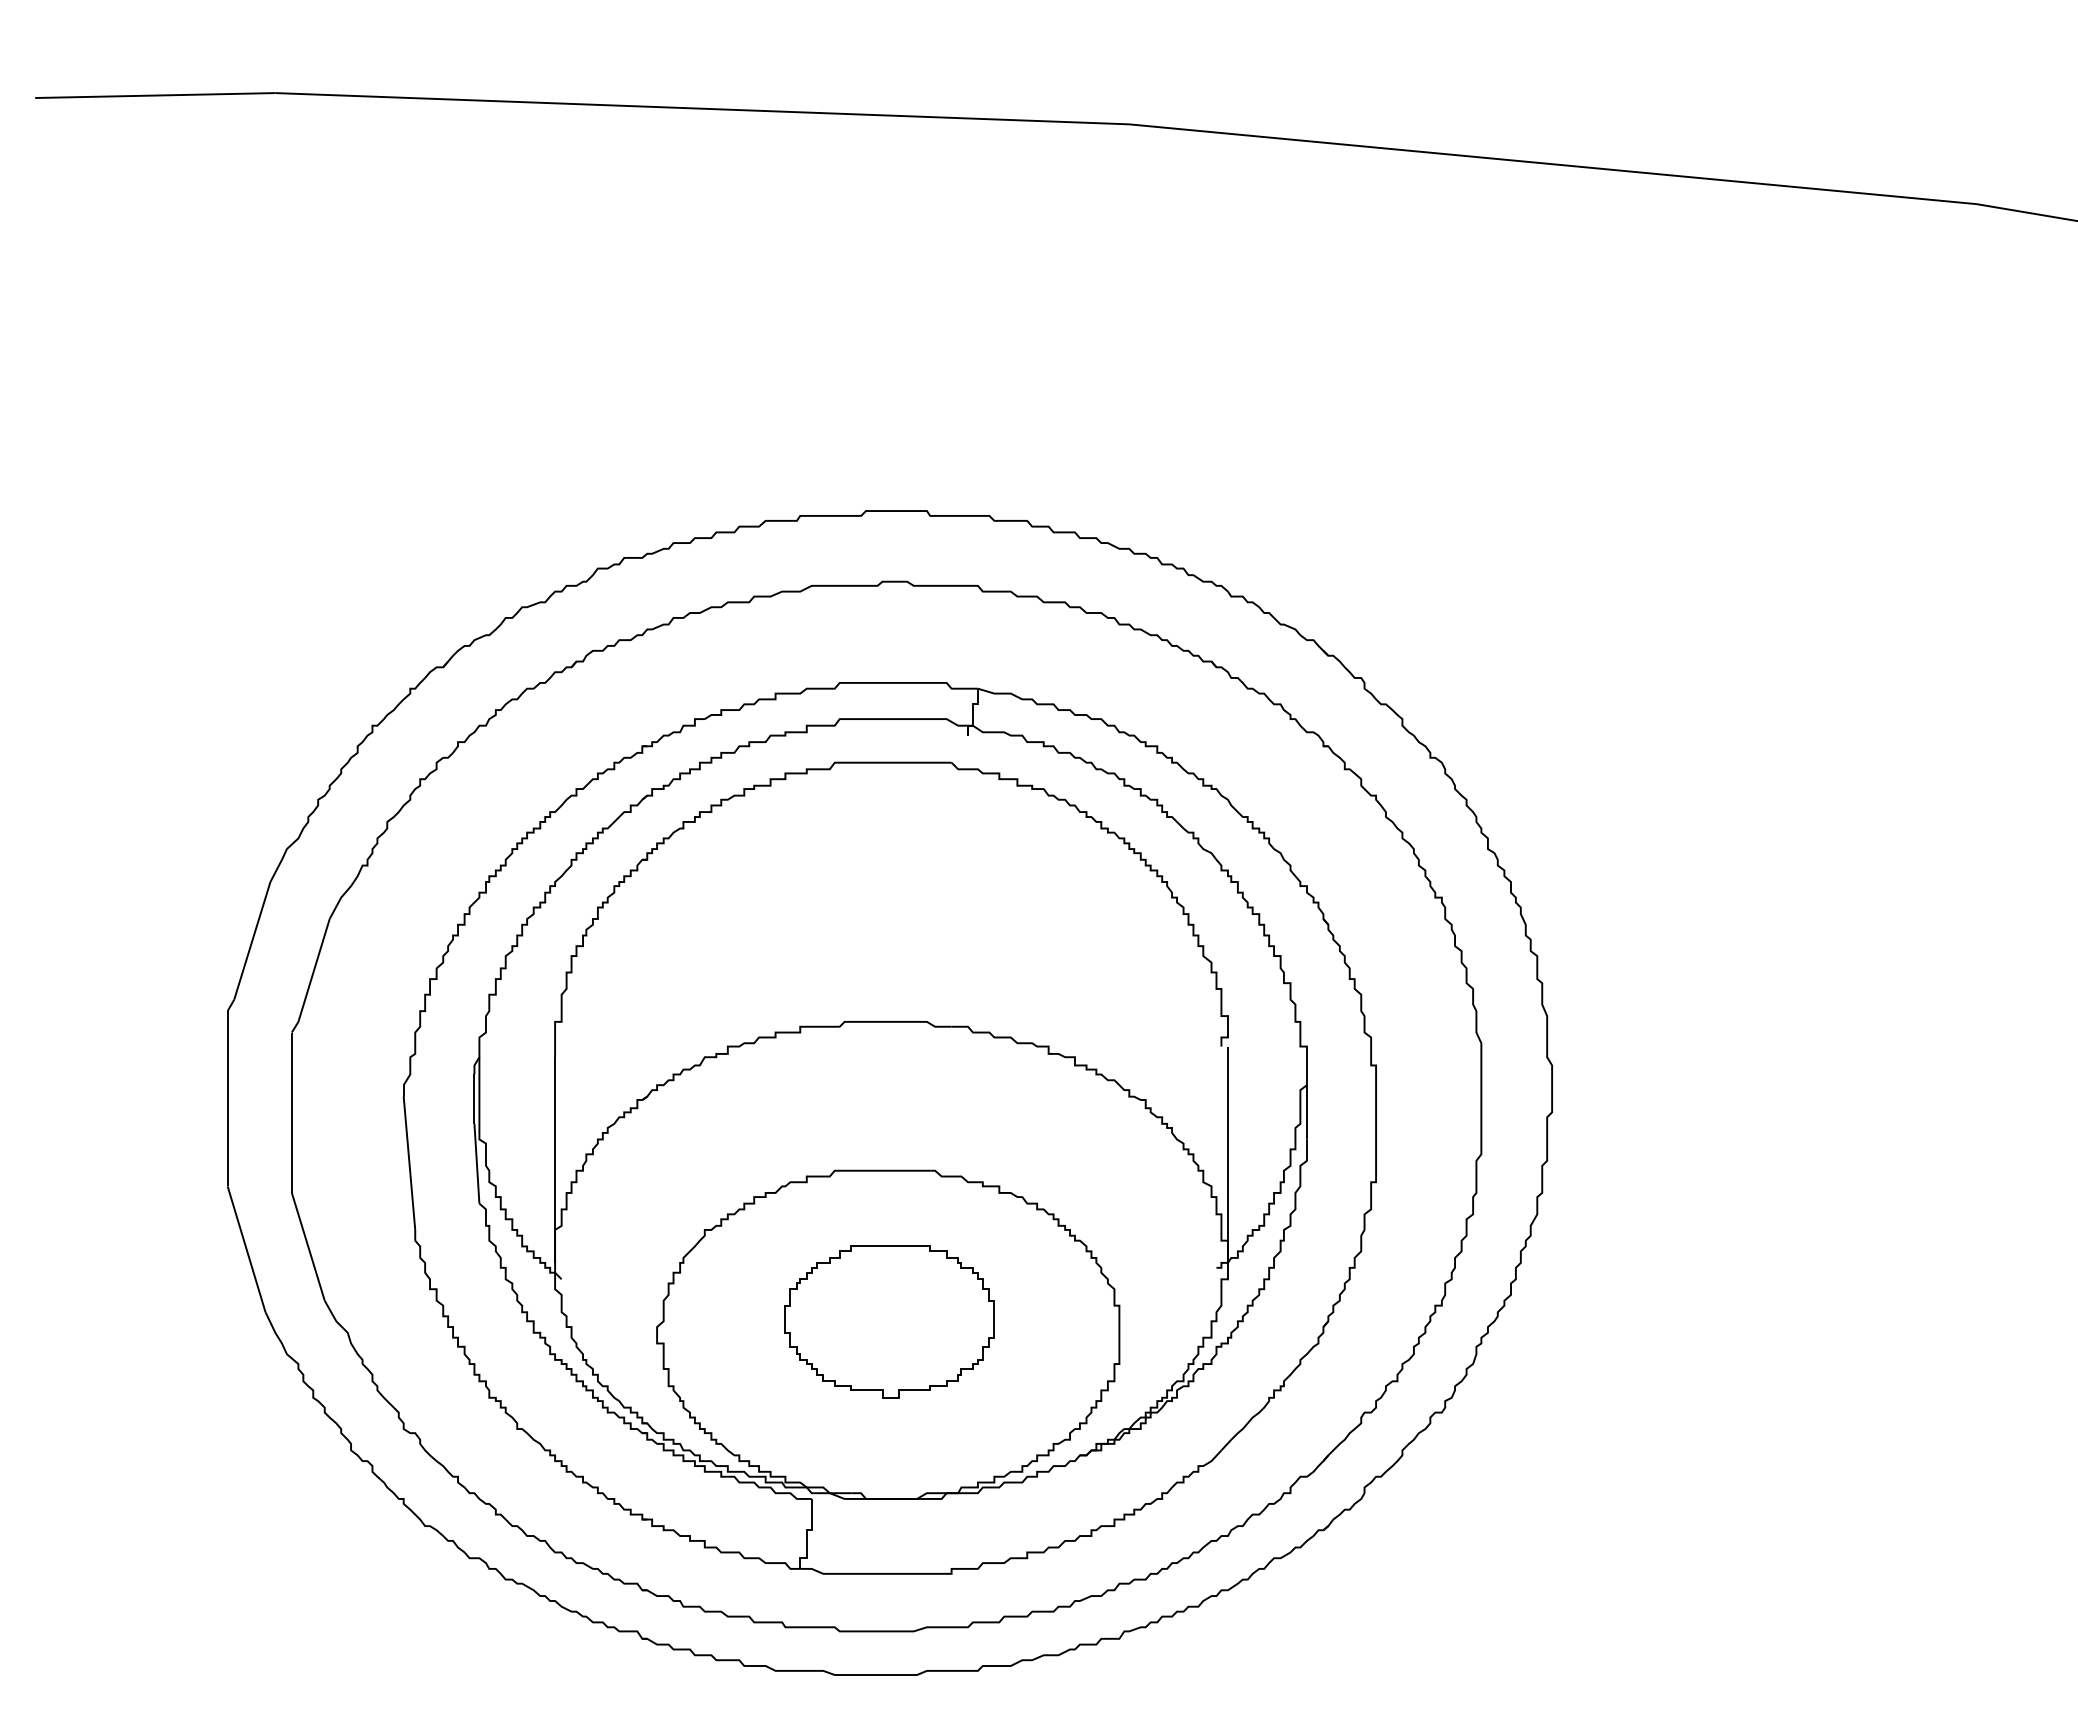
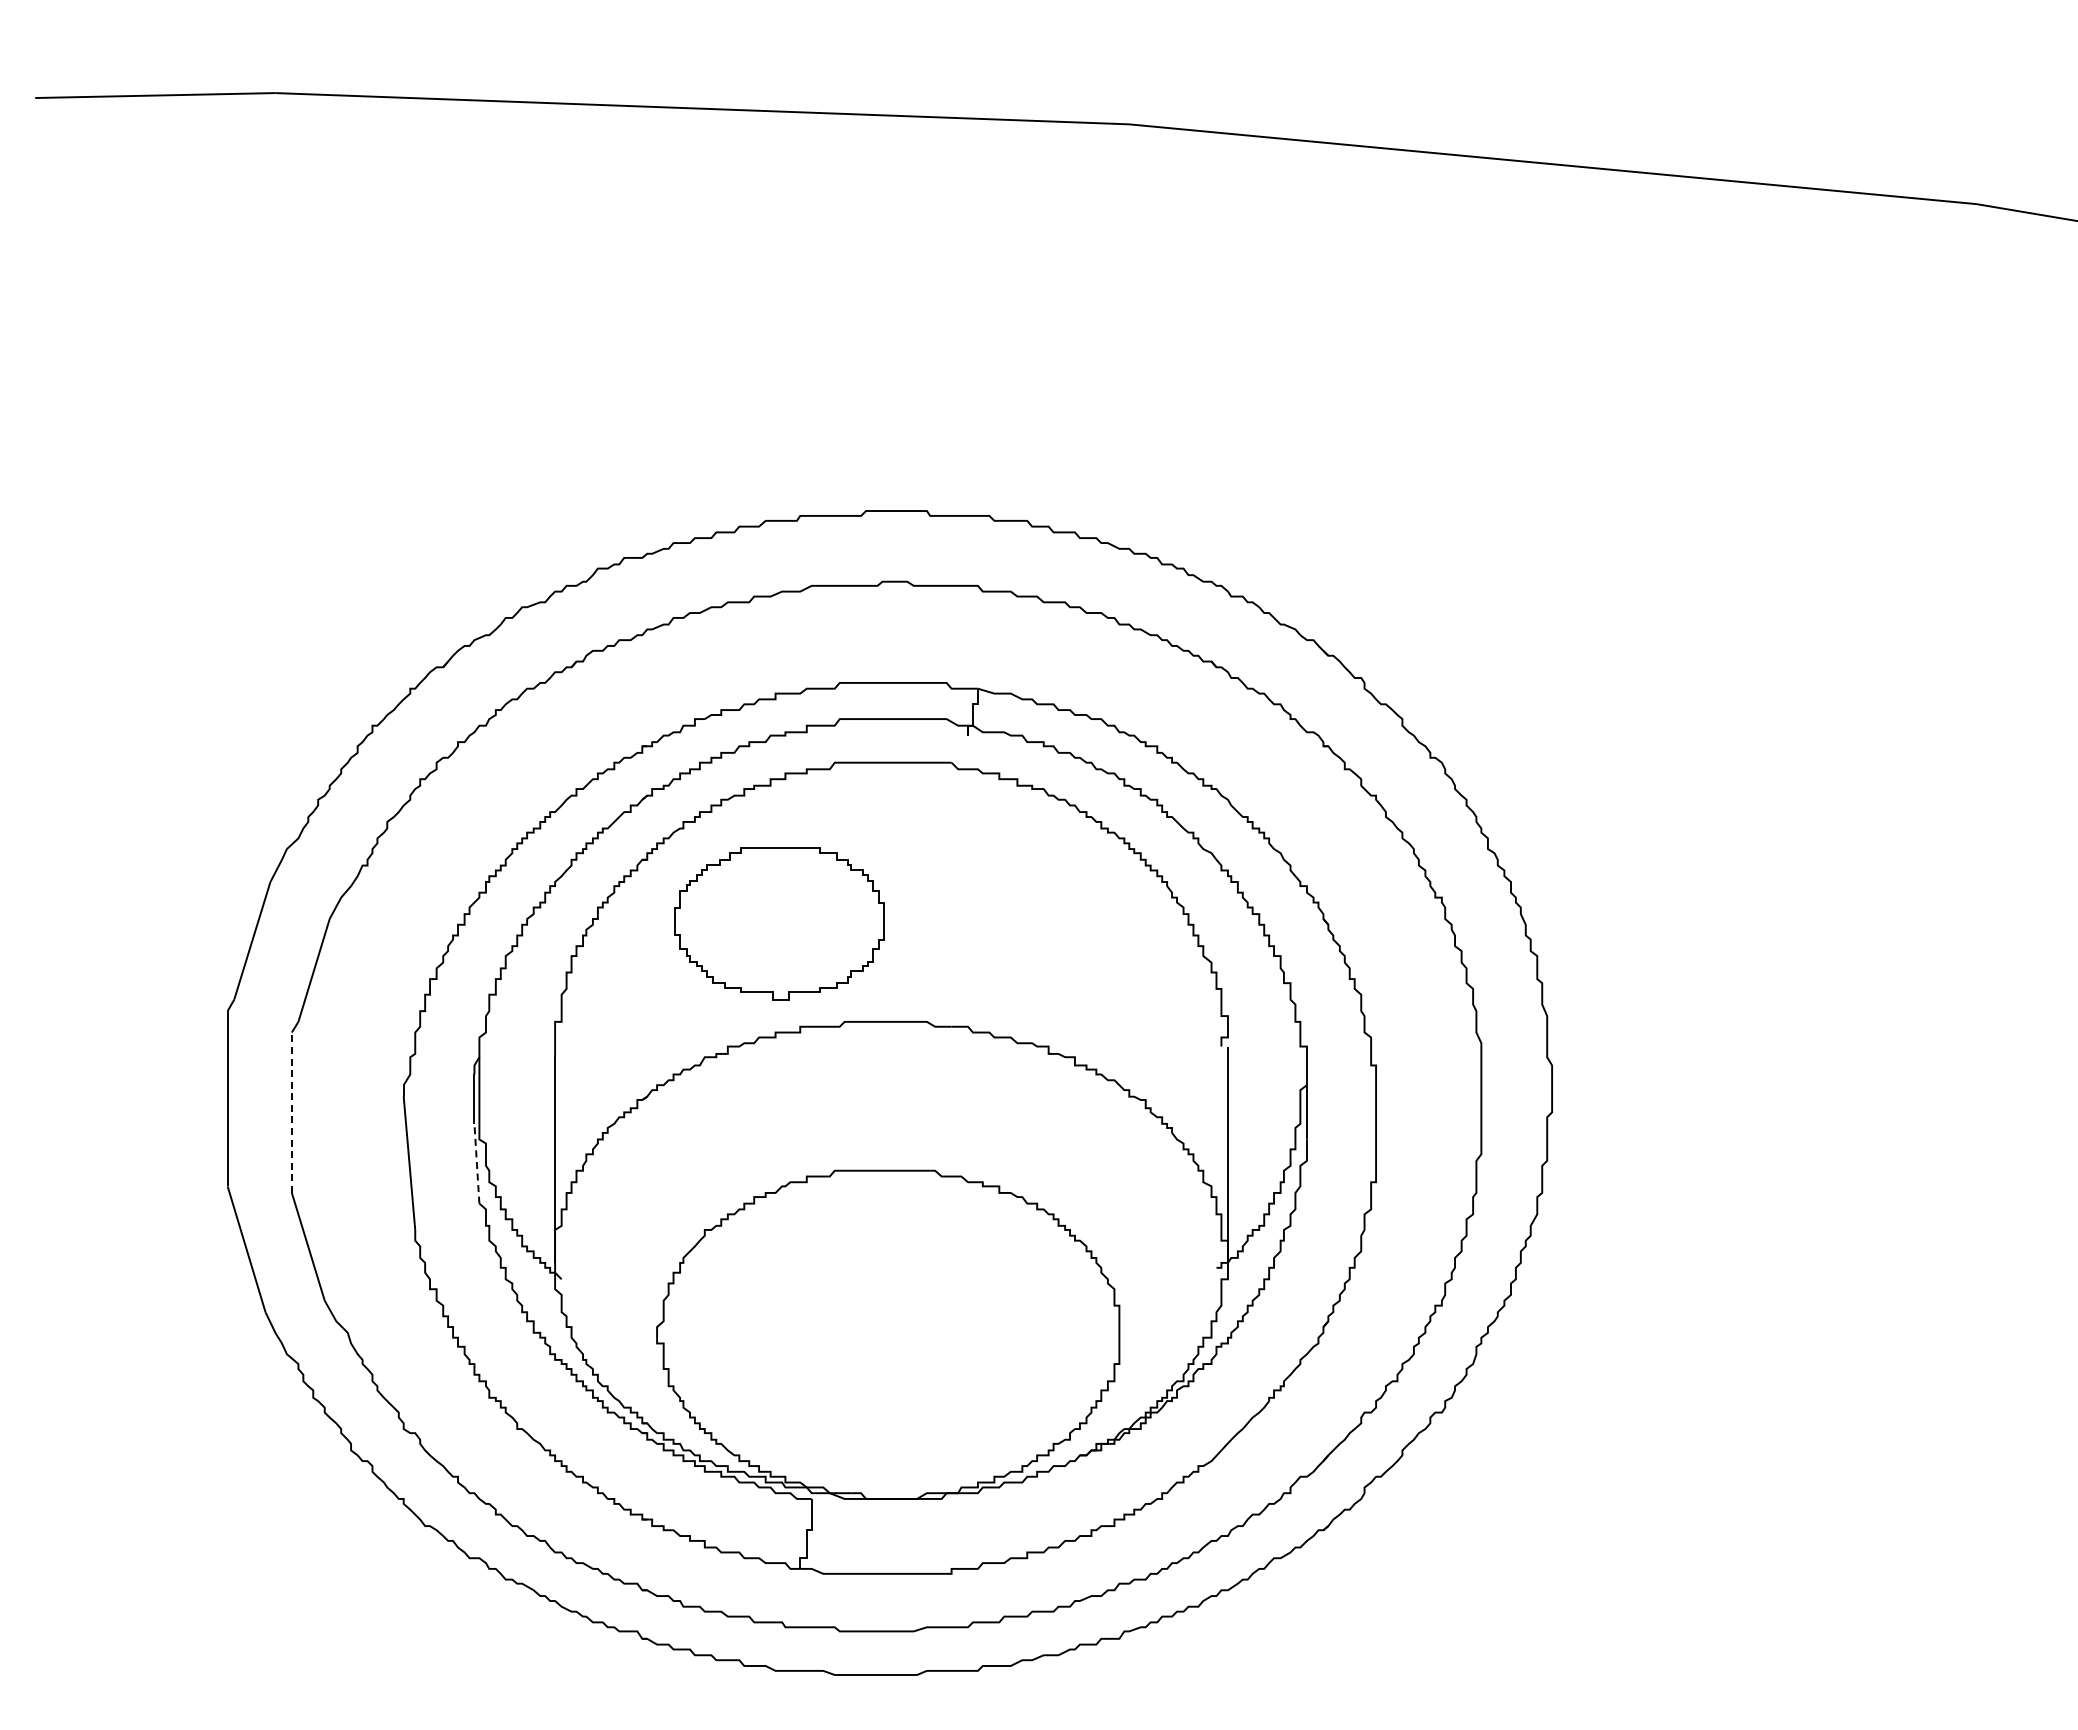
line at (291, 1112): solid -> dashed
line at (476, 1163): solid -> dashed
part at (889, 1321) position: (889, 1321) -> (779, 923)
